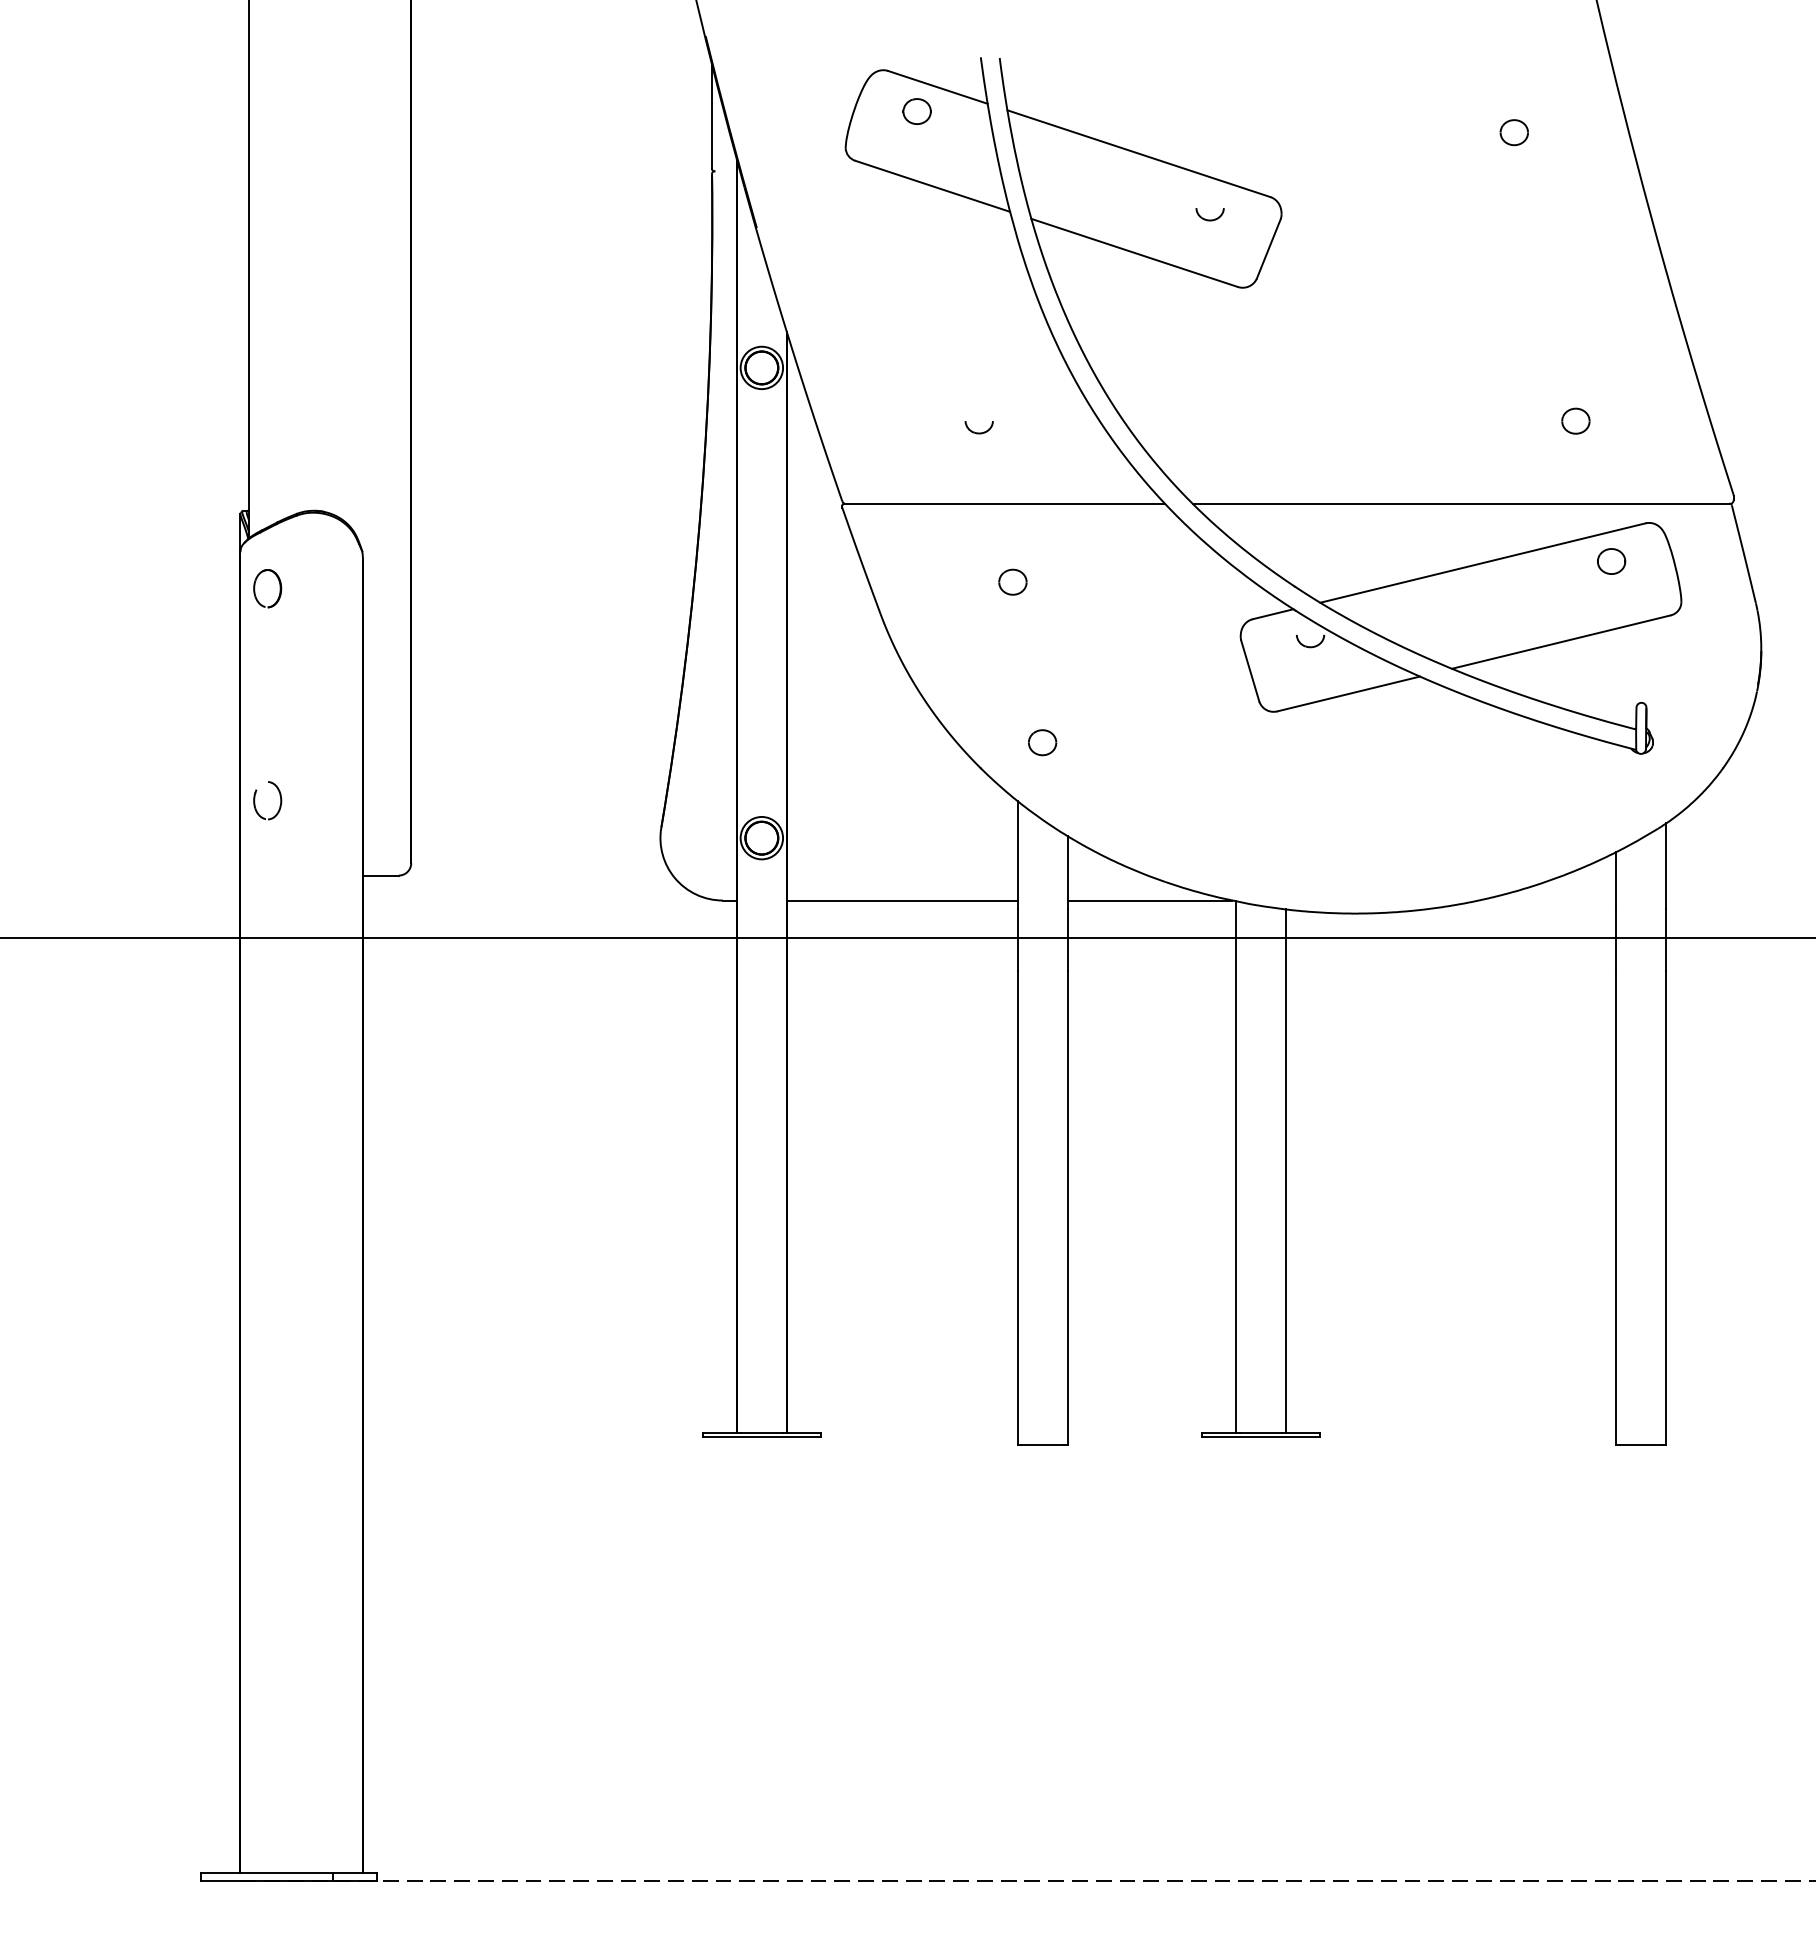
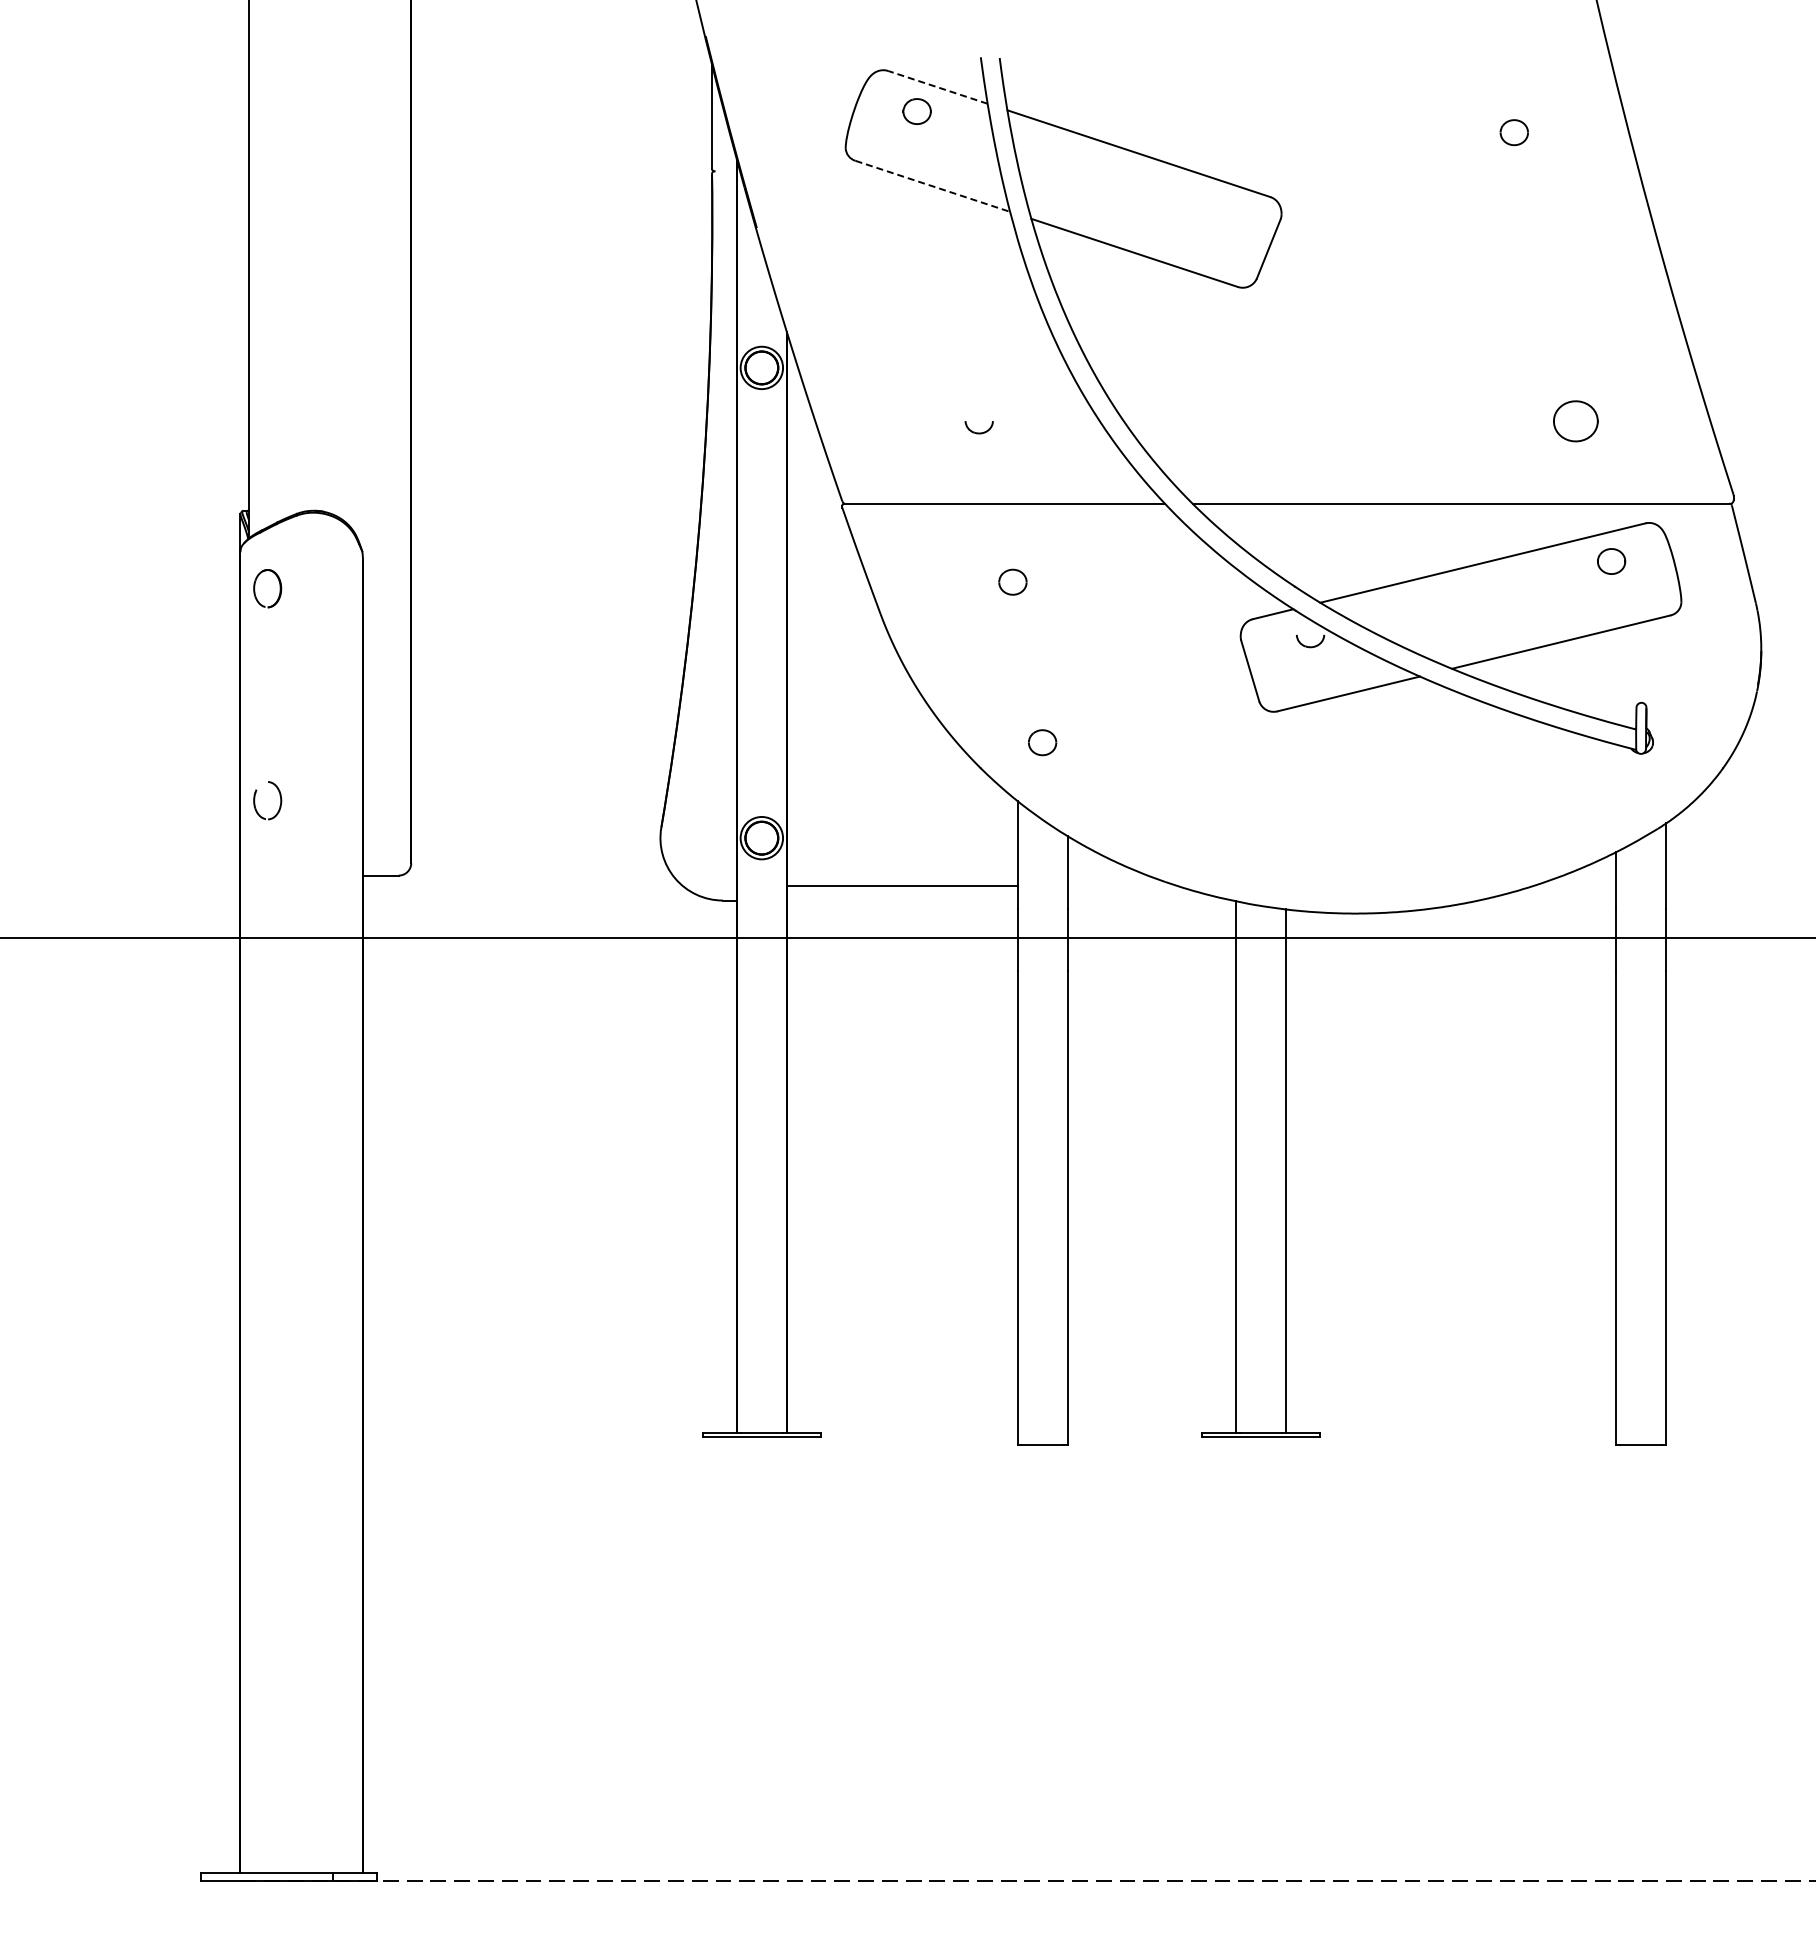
line at (937, 87): solid -> dashed
line at (933, 186): solid -> dashed
part at (1209, 214): present -> none
part at (1575, 420) size: 30x28 px -> 46x43 px
line at (901, 900) position: (901, 900) -> (901, 885)
line at (1149, 900): present -> none
